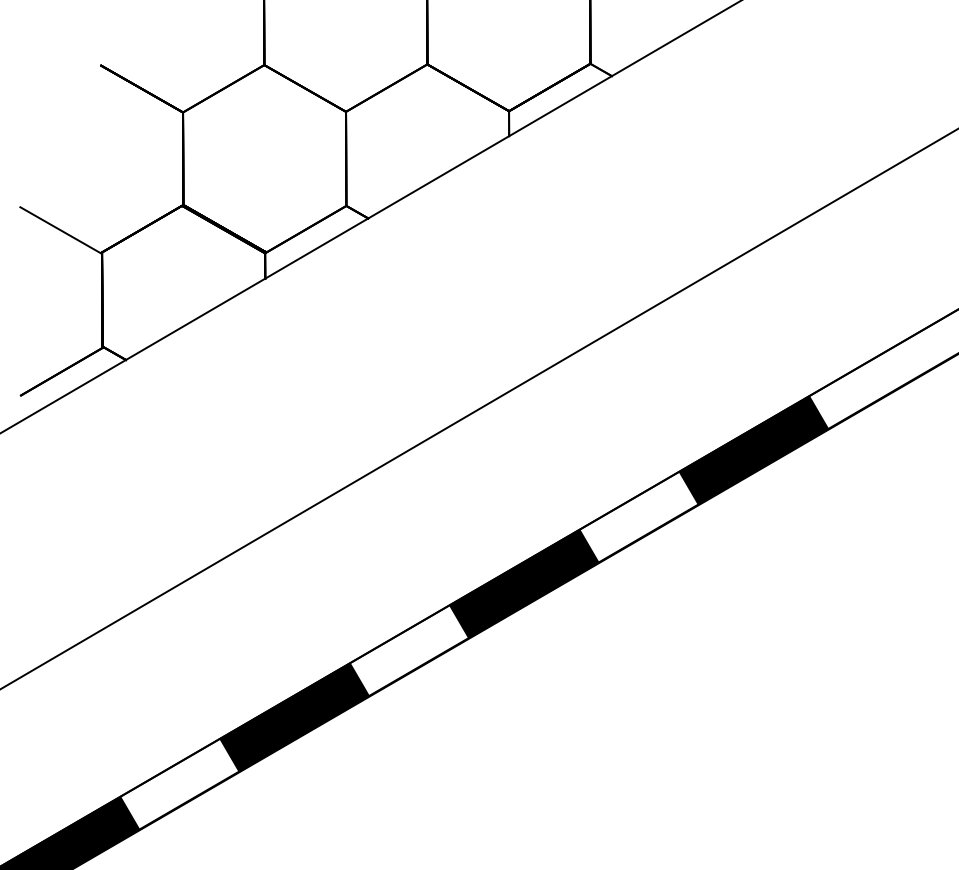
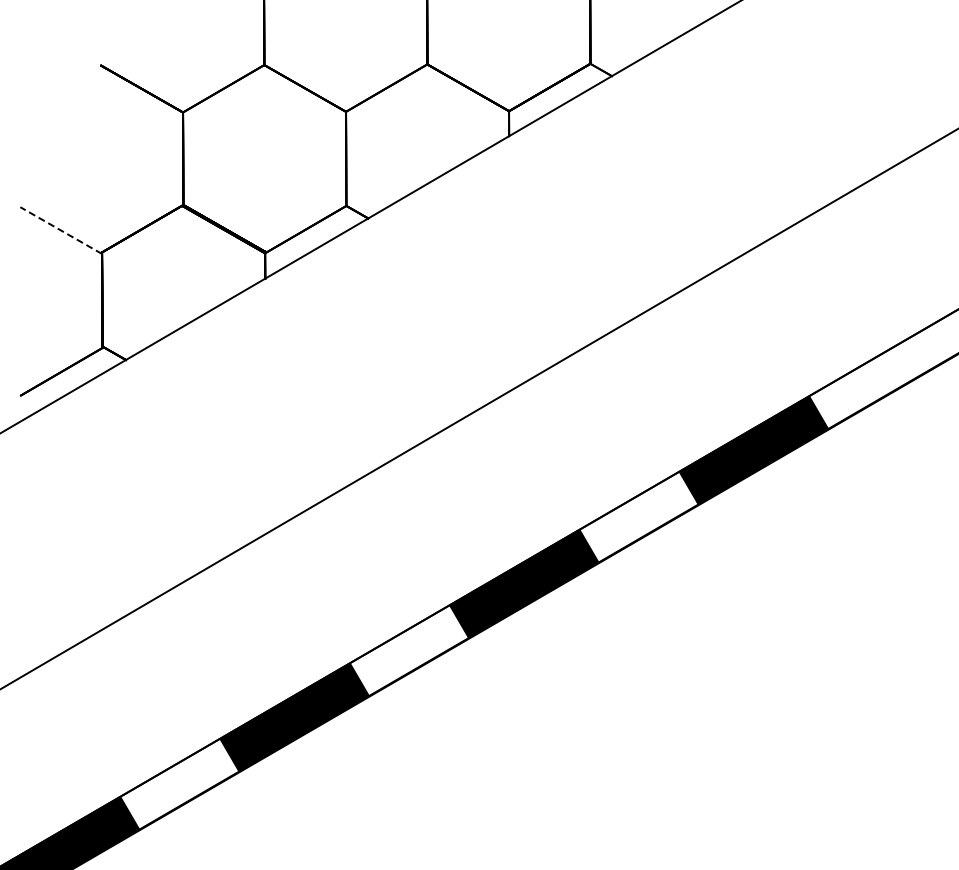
line at (60, 230): solid -> dashed
